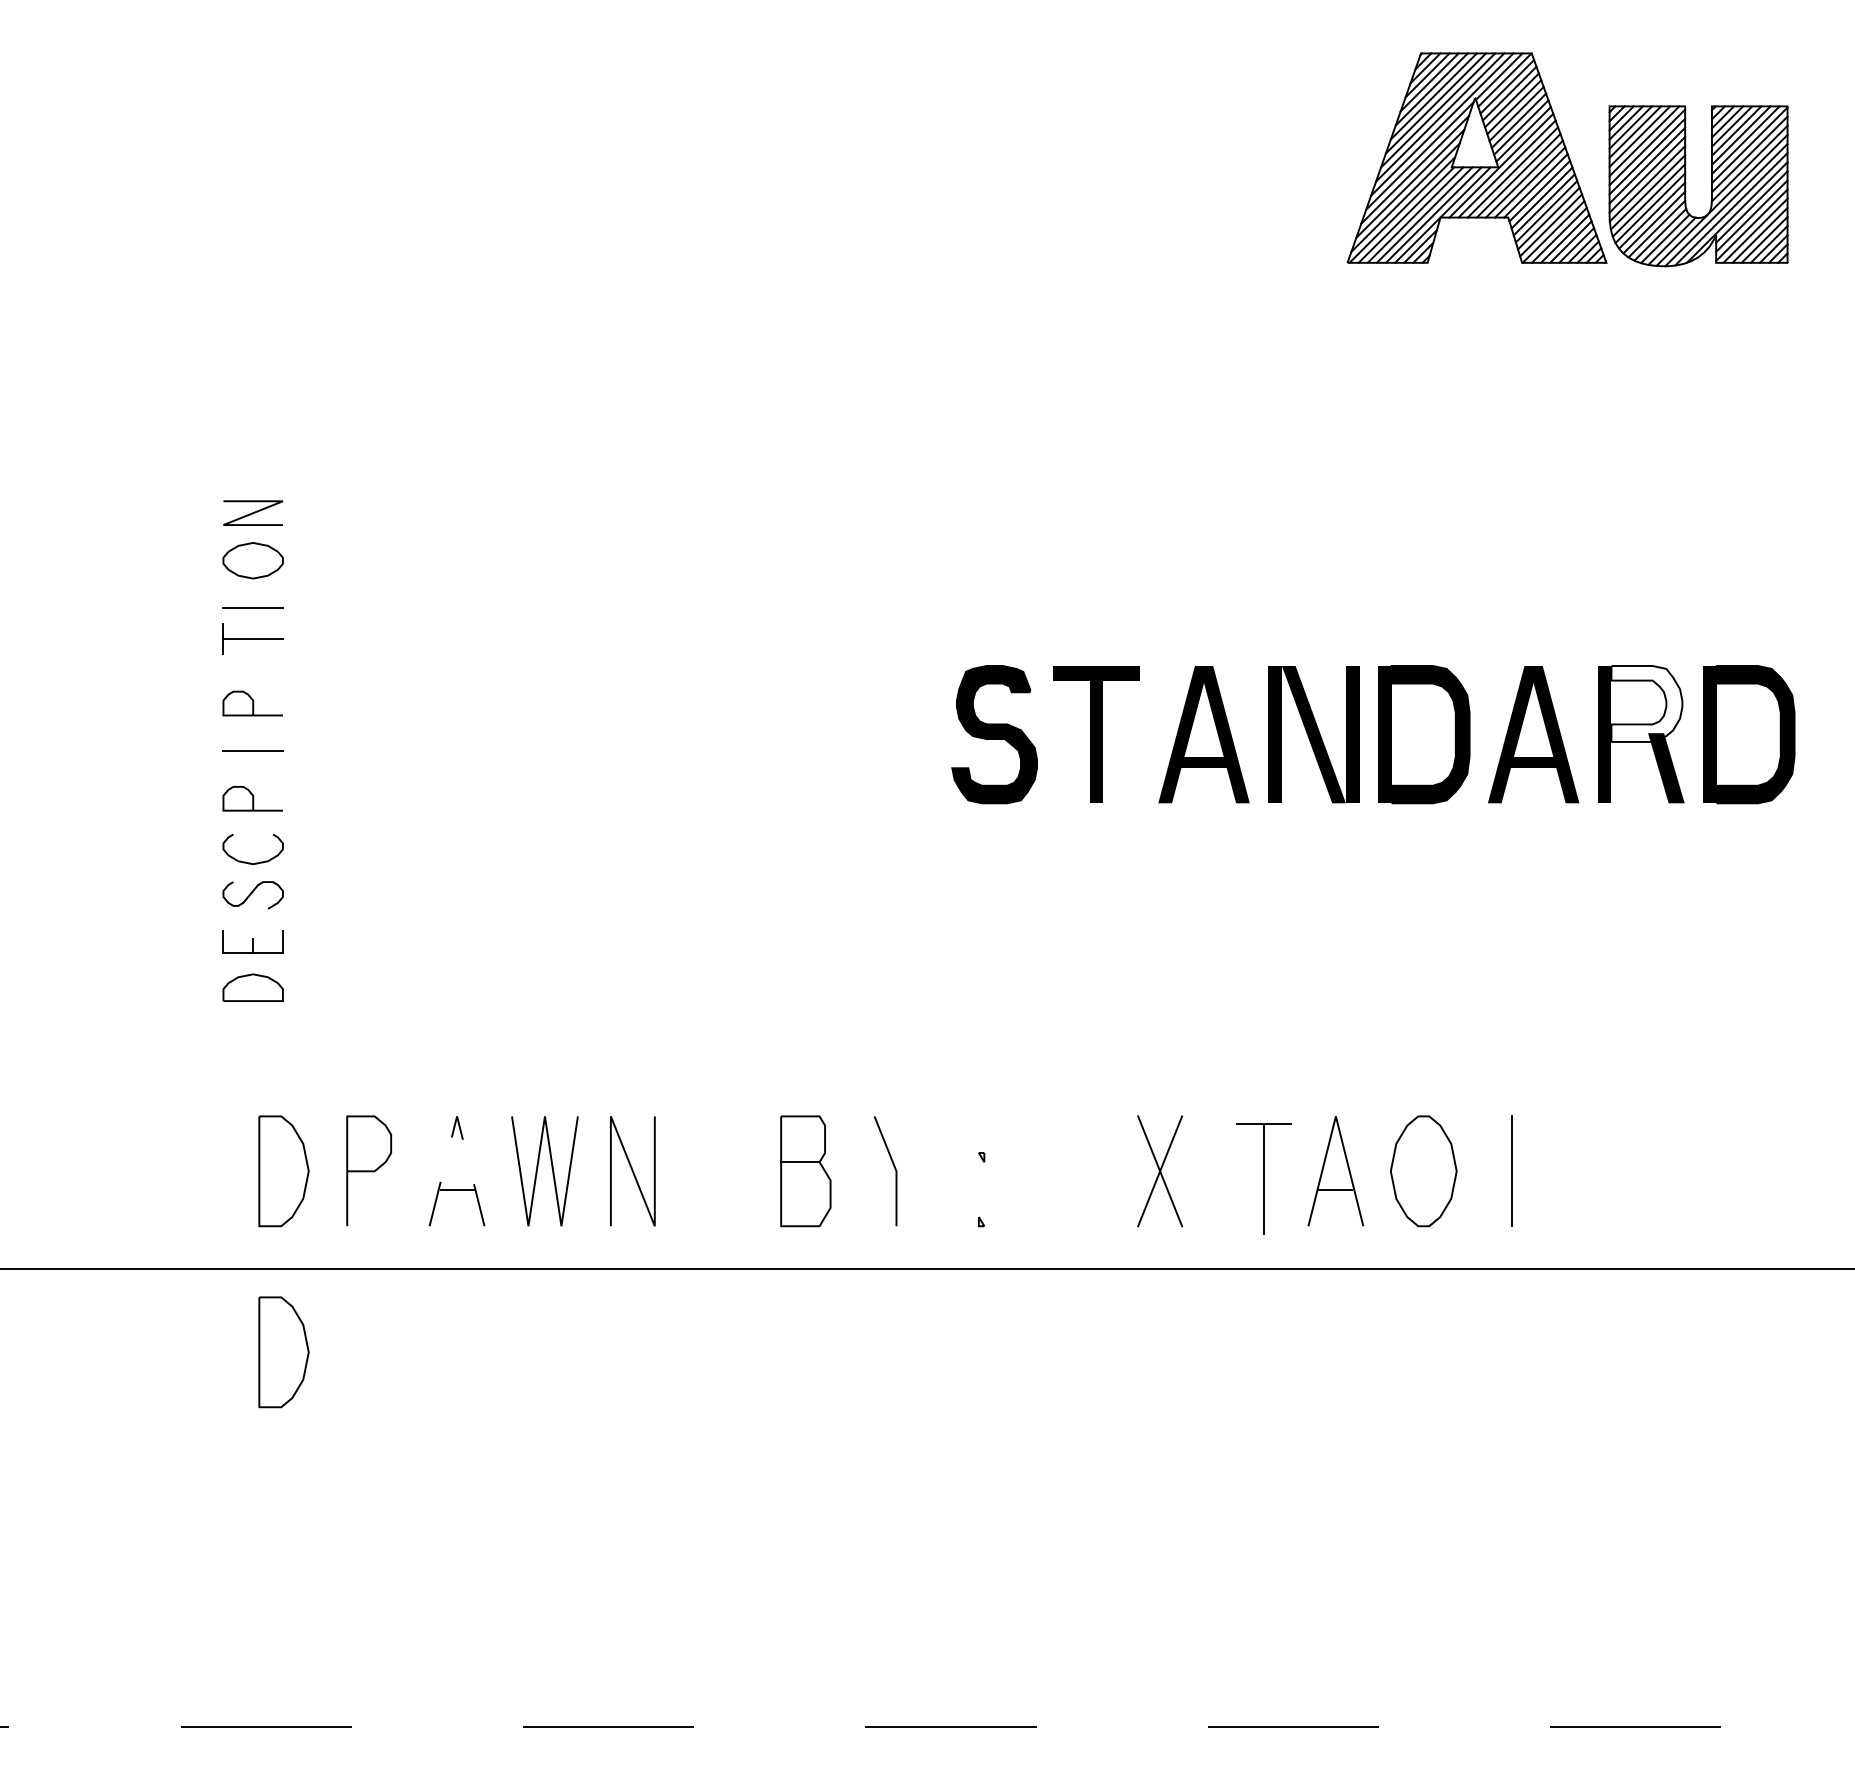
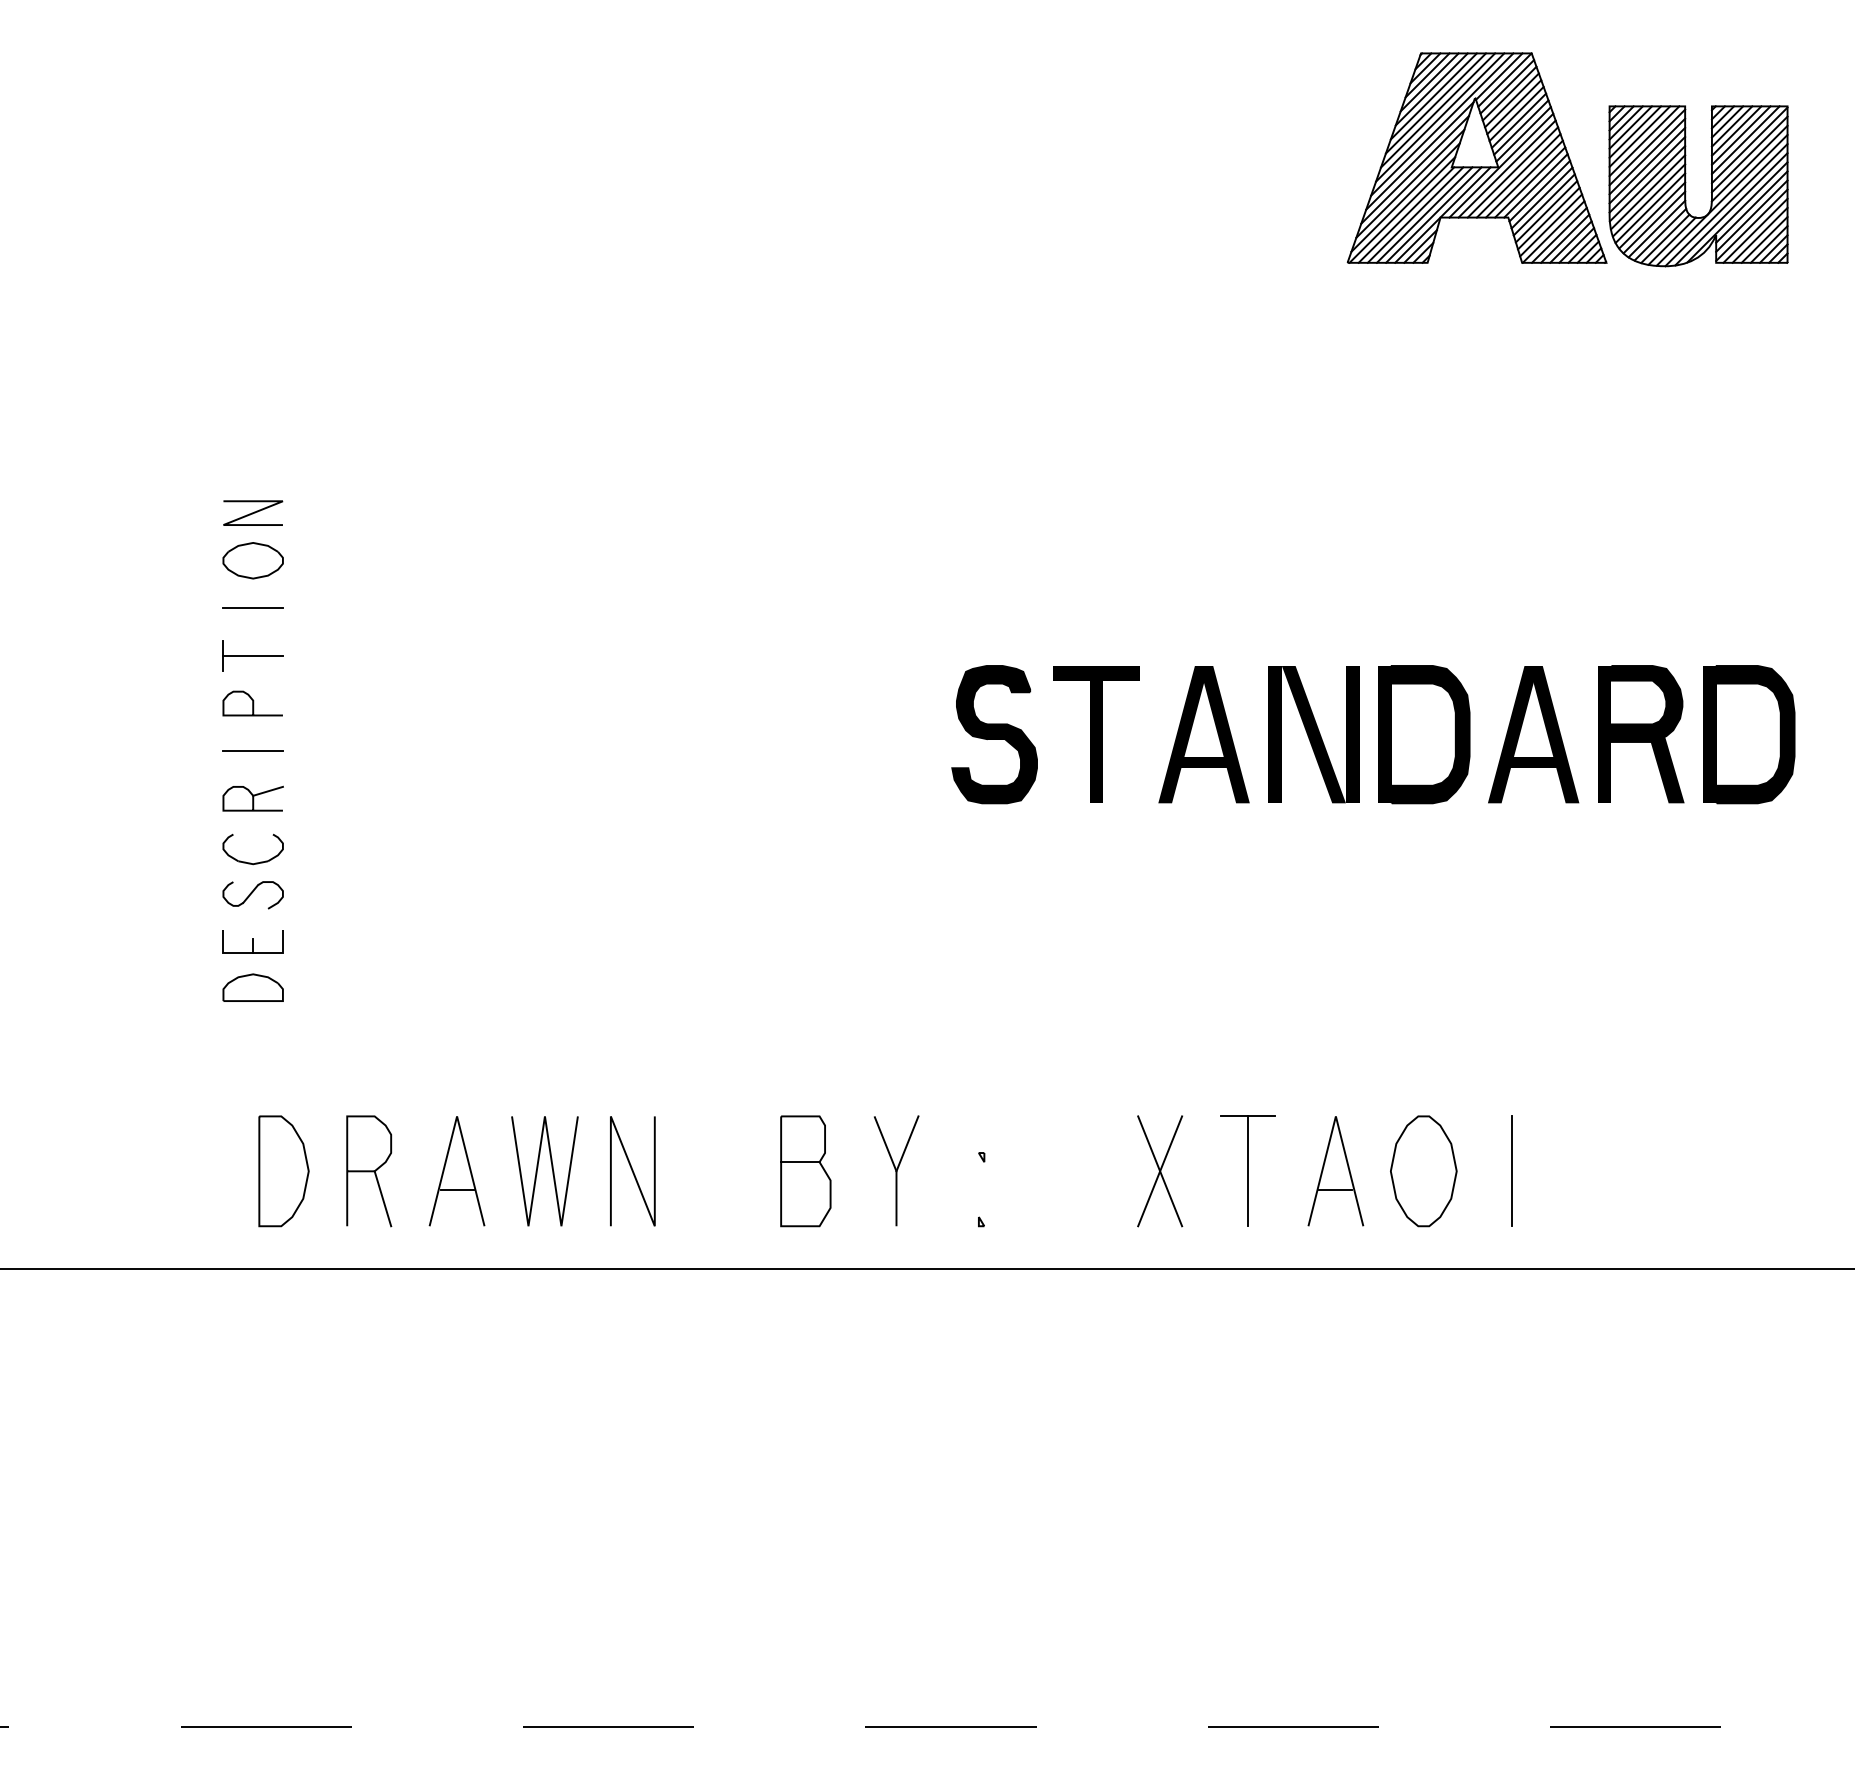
part at (252, 638) position: (252, 638) -> (252, 655)
fill at (1646, 703): none -> present
line at (267, 790): none -> present
line at (457, 1116): dashed -> solid
line at (907, 1143): none -> present
part at (1263, 1178) position: (1263, 1178) -> (1247, 1170)
line at (382, 1198): none -> present
part at (283, 1352): present -> none
